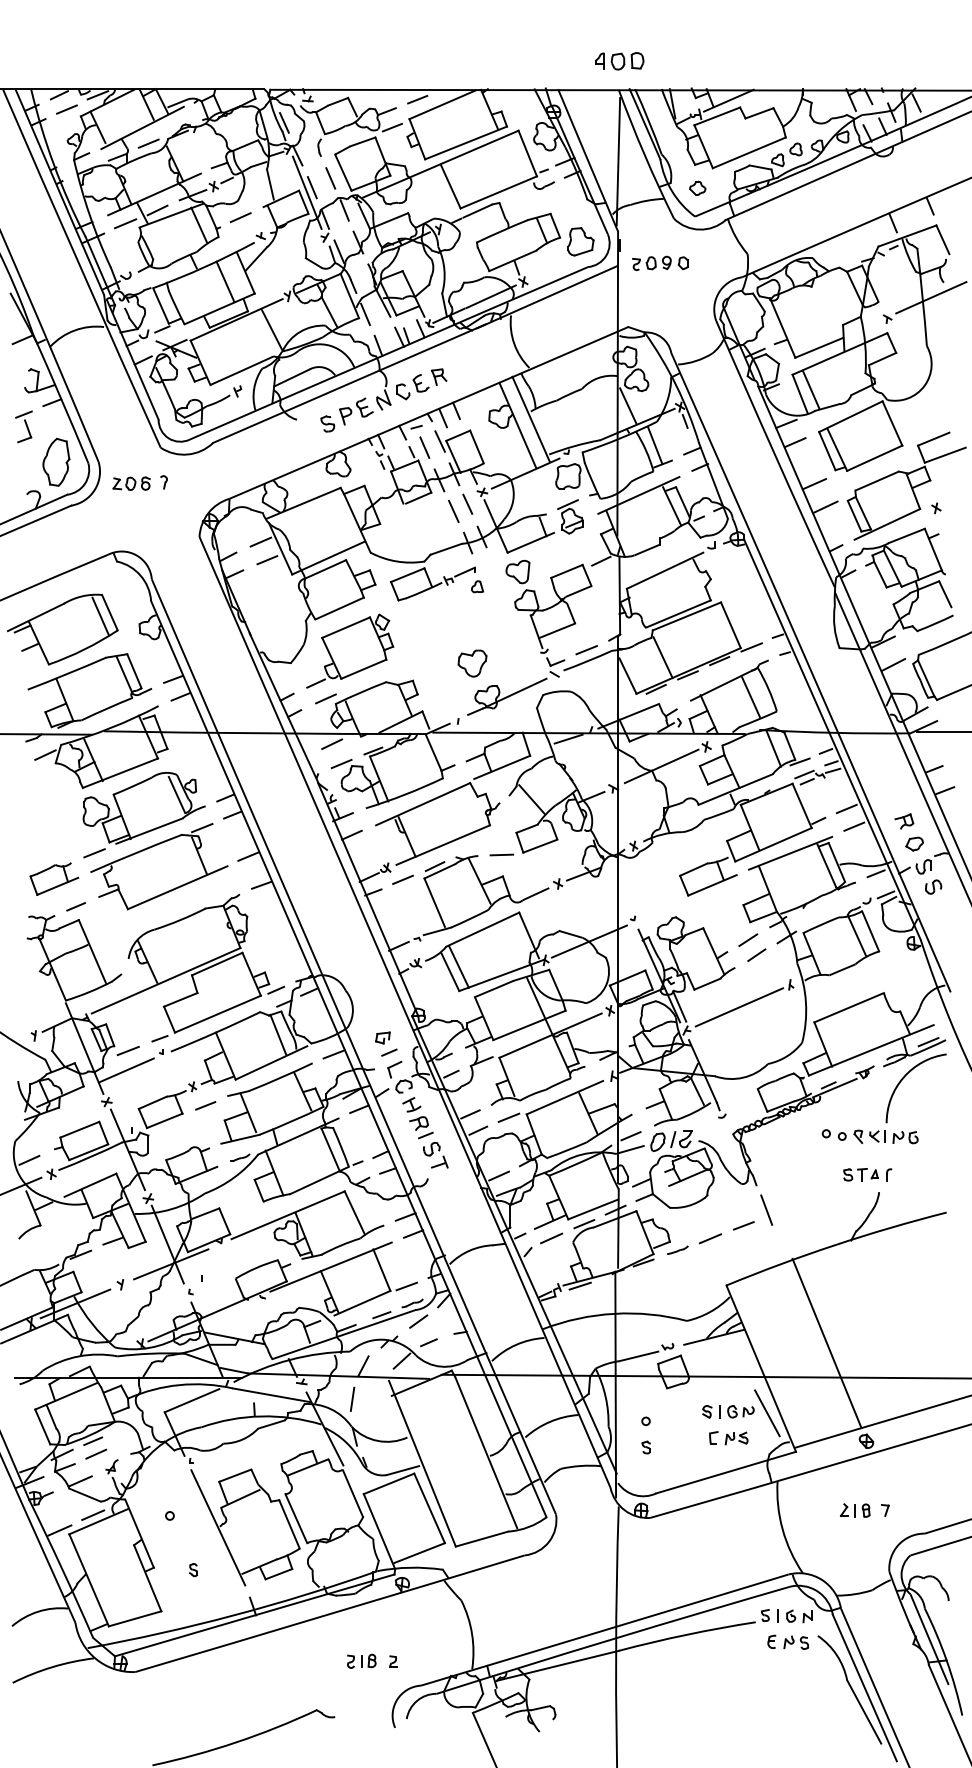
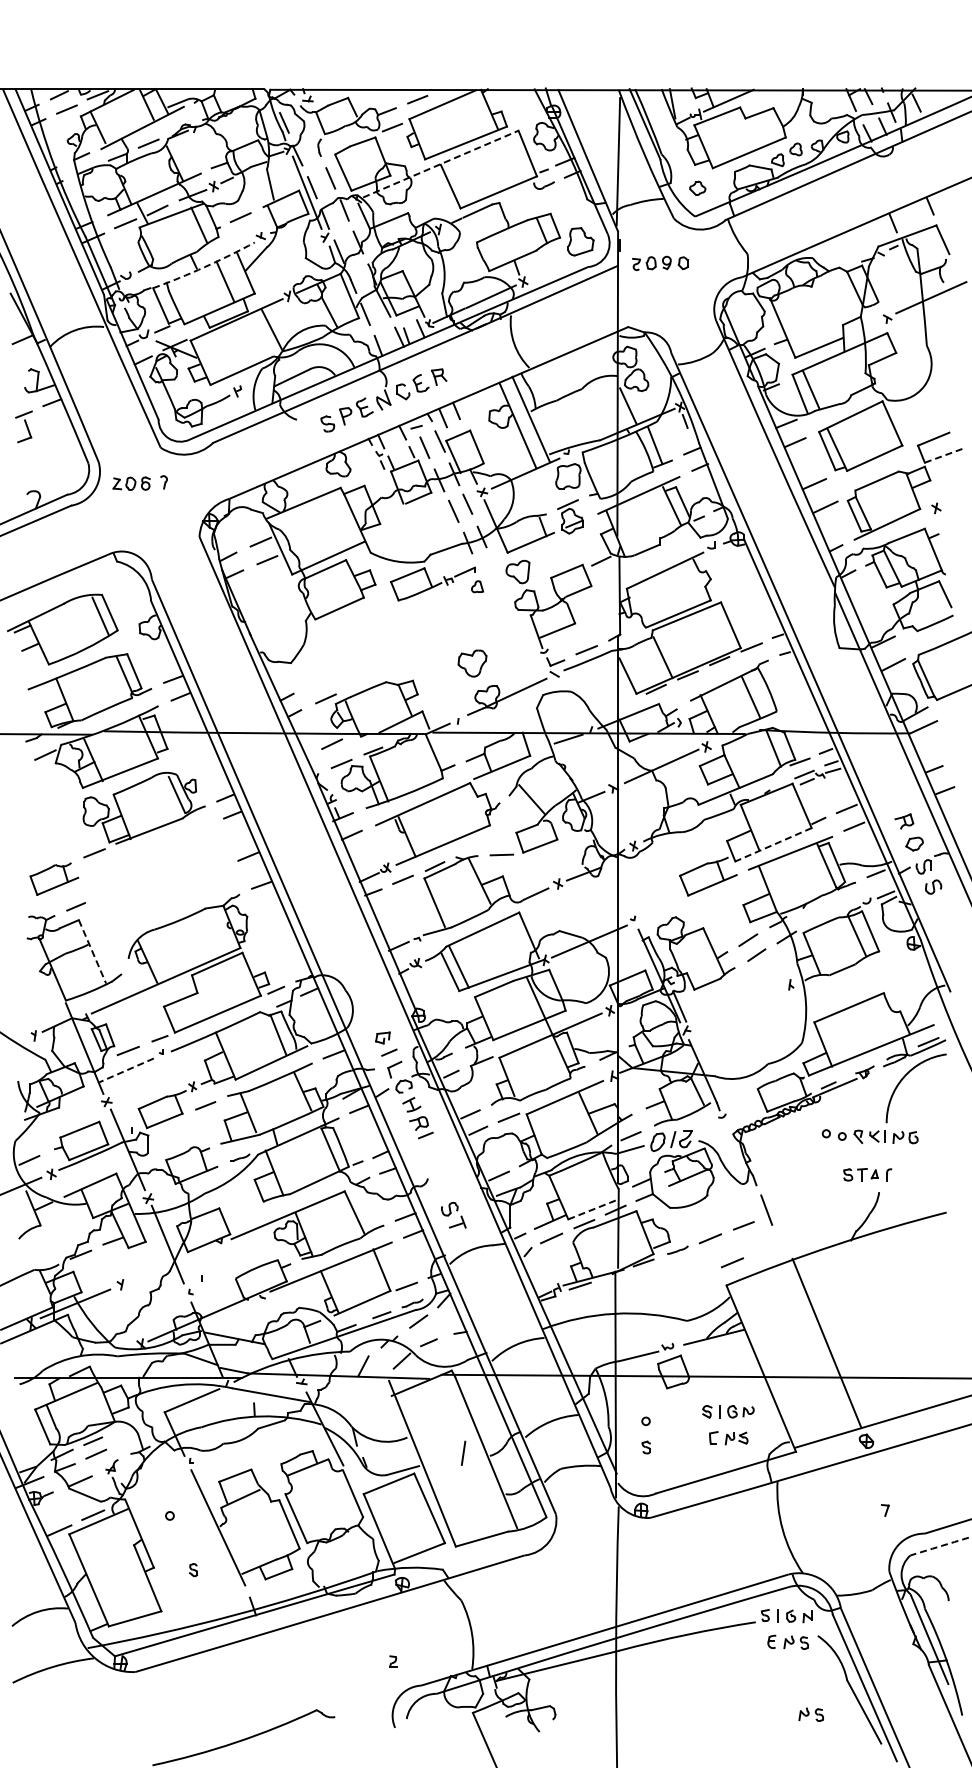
part at (619, 61): present -> none
line at (440, 164): solid -> dashed
arc at (204, 267): solid -> dashed
line at (945, 455): solid -> dashed
part at (56, 461): present -> none
part at (350, 650): present -> none
line at (942, 731): present -> none
line at (773, 844): solid -> dashed
part at (159, 866): present -> none
line at (92, 951): solid -> dashed
line at (739, 1007): present -> none
line at (126, 1070): solid -> dashed
part at (435, 1154) position: (435, 1154) -> (453, 1214)
line at (593, 1209): solid -> dashed
line at (732, 1262): none -> present
line at (171, 1264): present -> none
line at (352, 1398) position: (352, 1398) -> (463, 1452)
line at (767, 1413): present -> none
part at (855, 1510): present -> none
arc at (940, 1546): solid -> dashed
part at (361, 1660): present -> none
part at (810, 1714): none -> present
